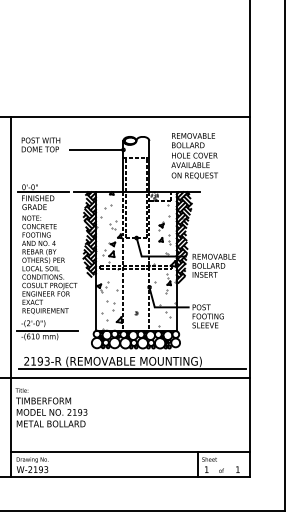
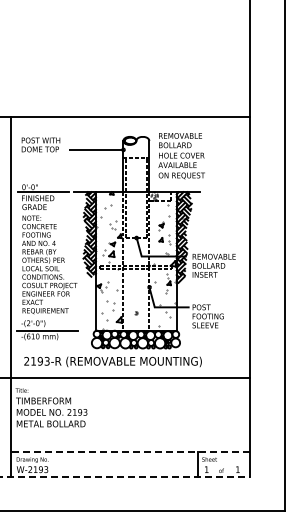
text at (194, 156) position: (194, 156) -> (181, 156)
line at (132, 368): present -> none
line at (130, 452): solid -> dashed
line at (125, 476): solid -> dashed
